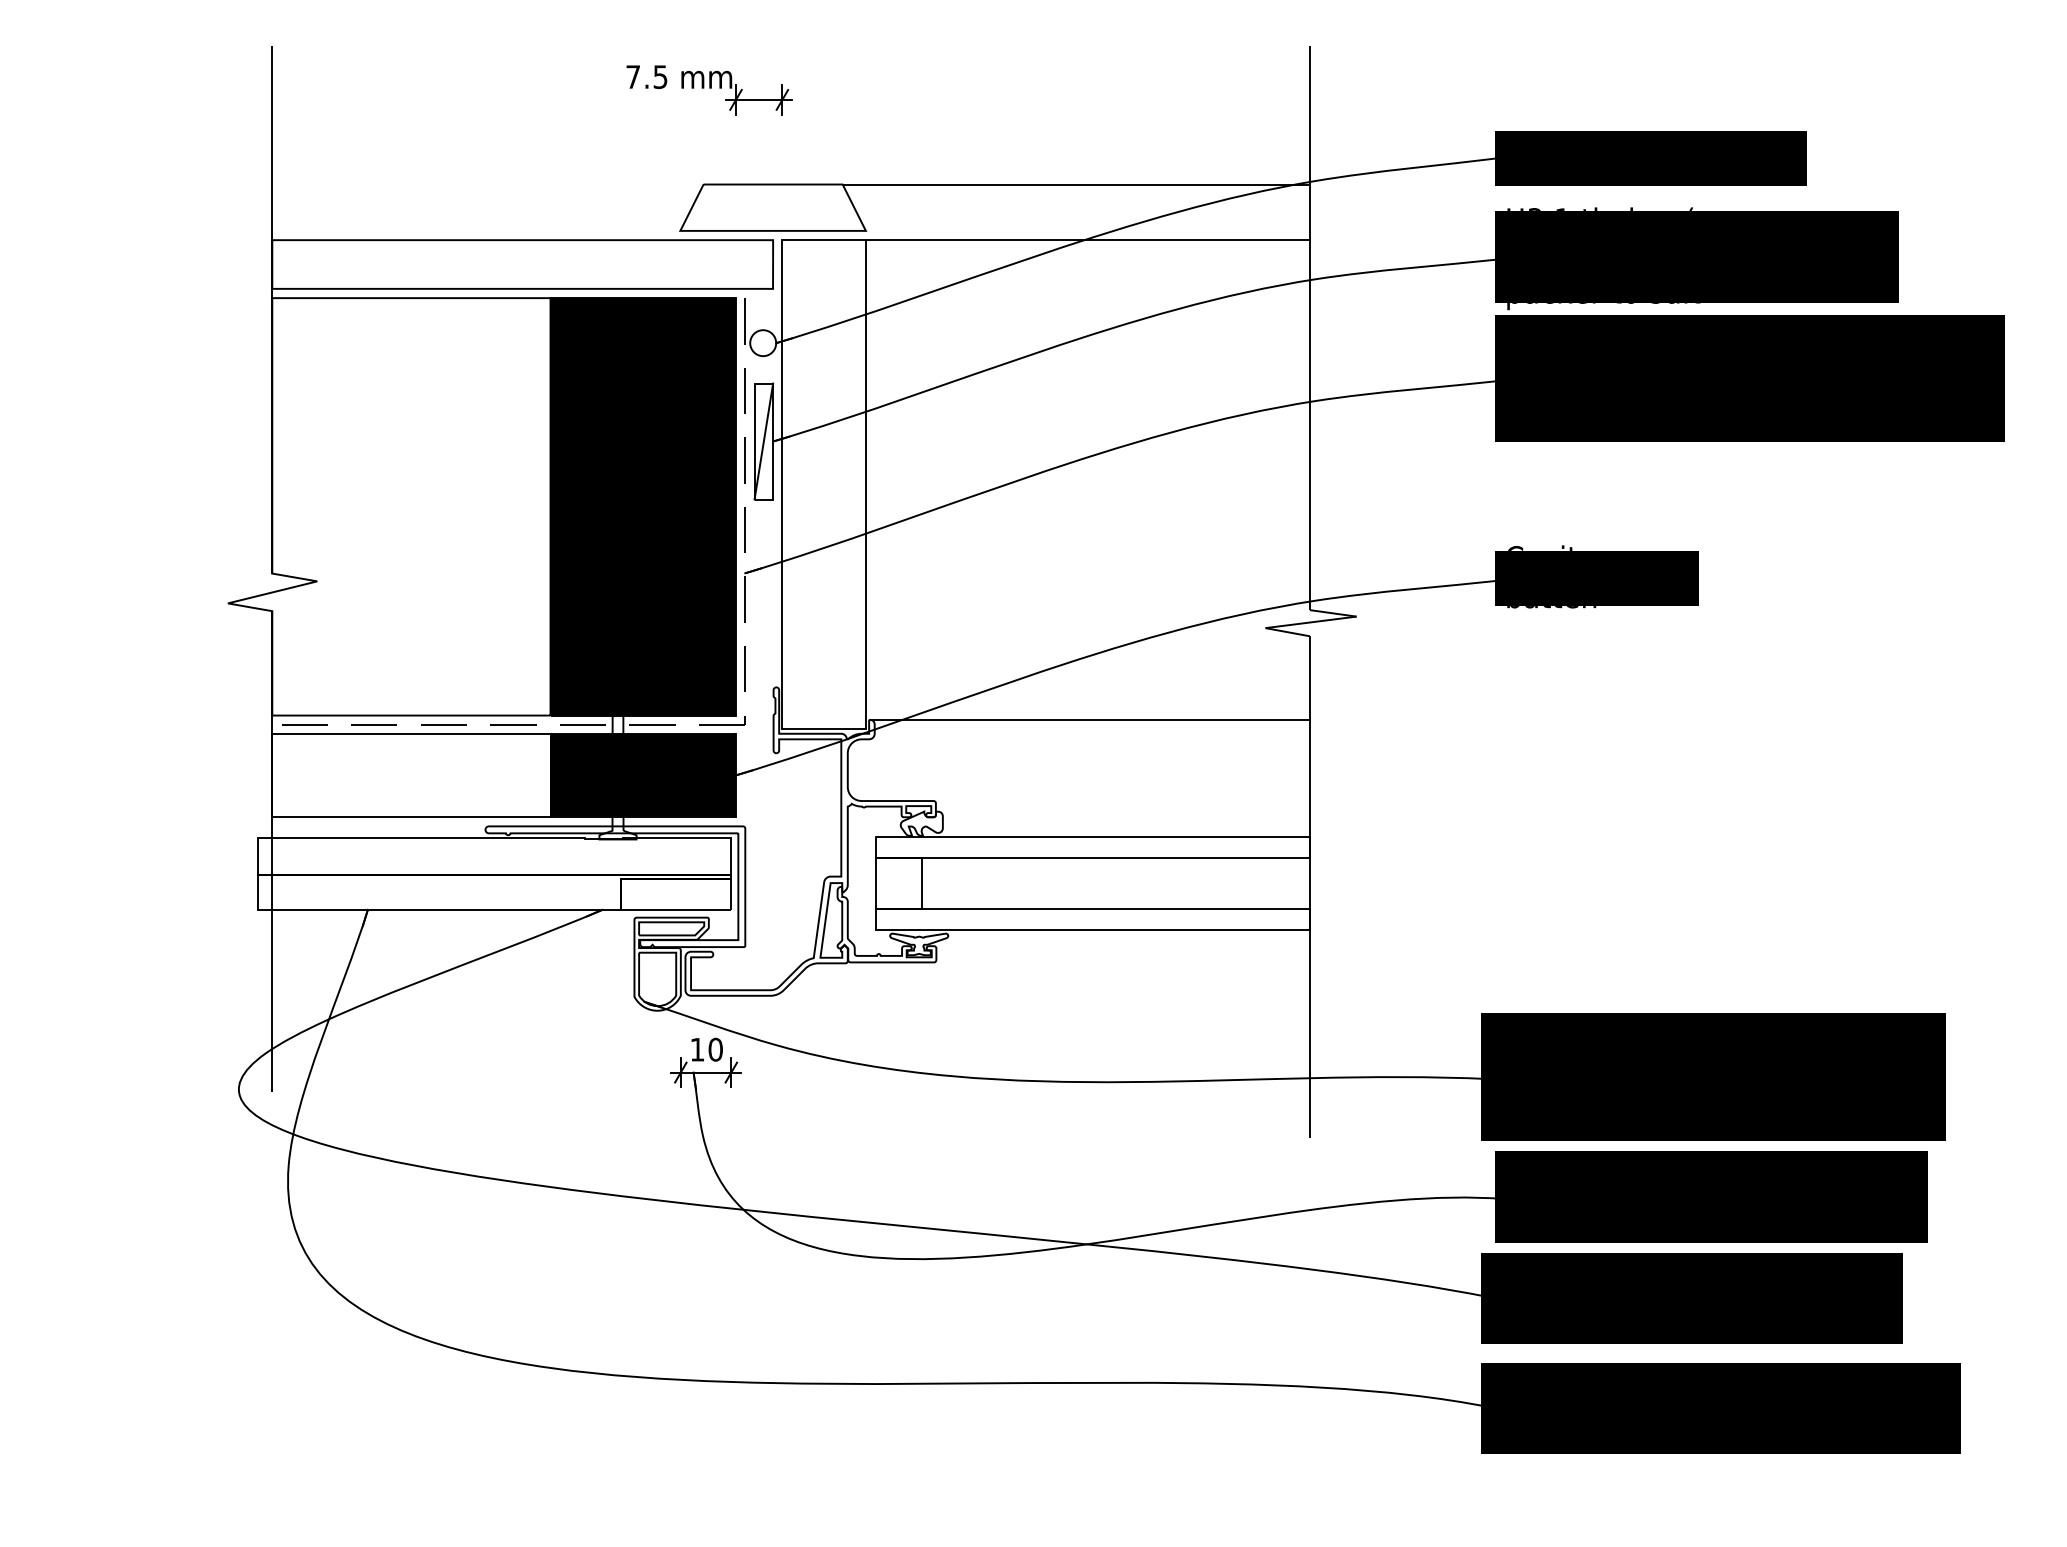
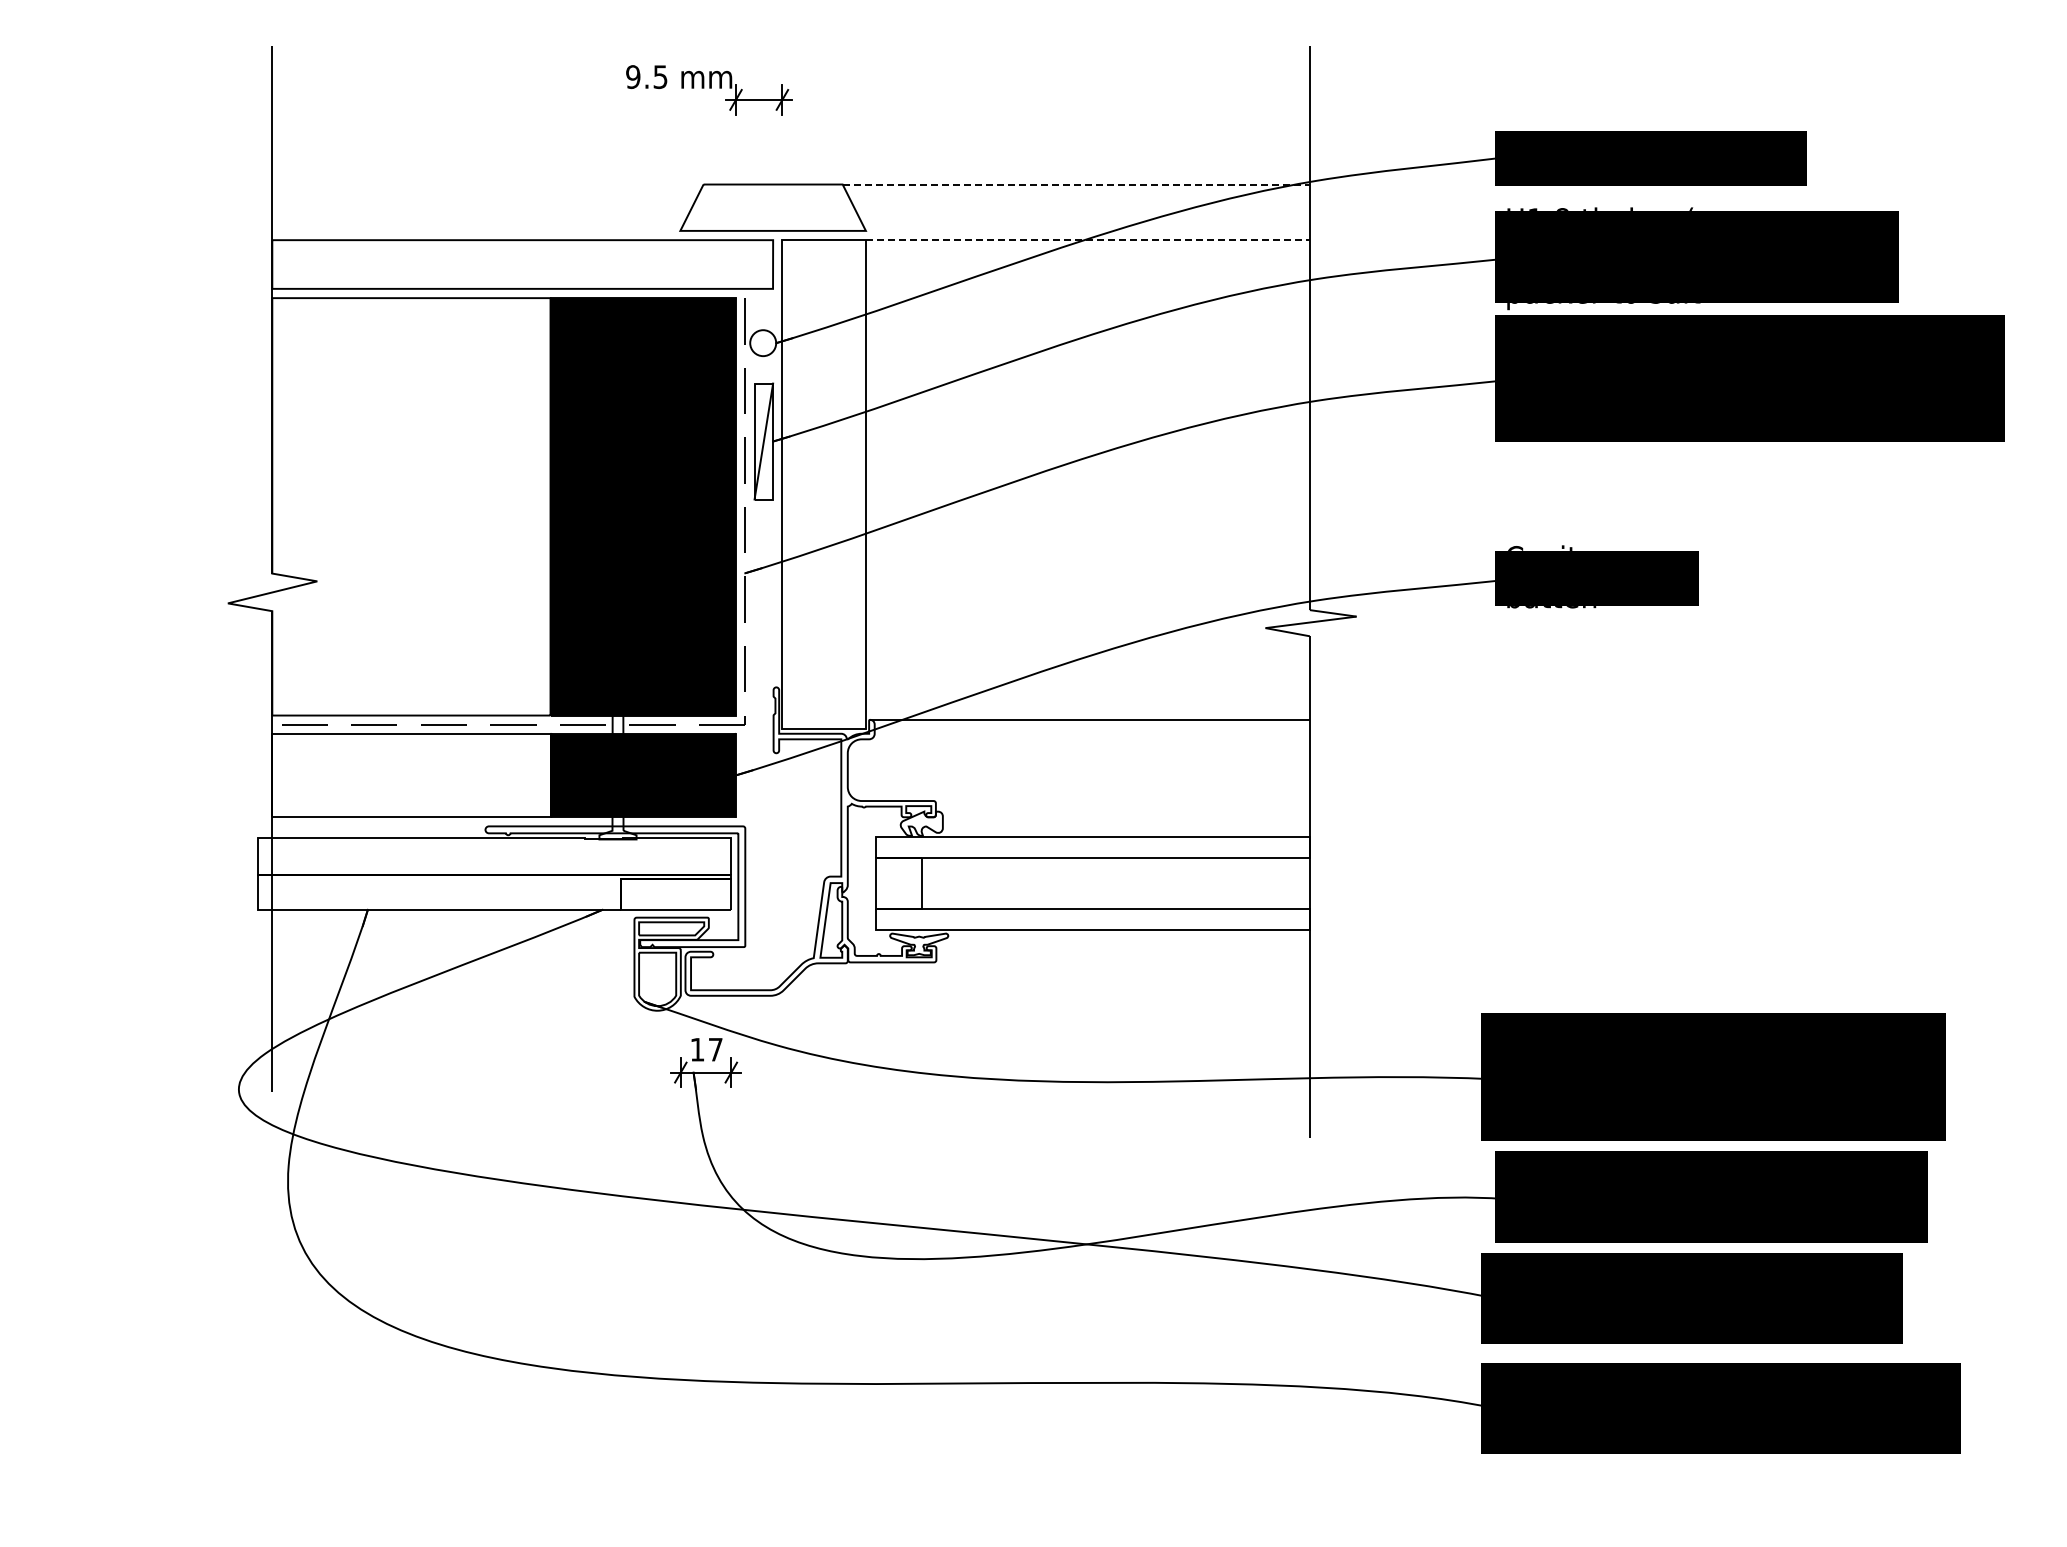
text at (633, 77): 7.5 -> 9.5
line at (1076, 184): solid -> dashed
text at (1548, 209): H3.1 -> H1.8
line at (1088, 240): solid -> dashed
text at (715, 1049): 10 -> 17
